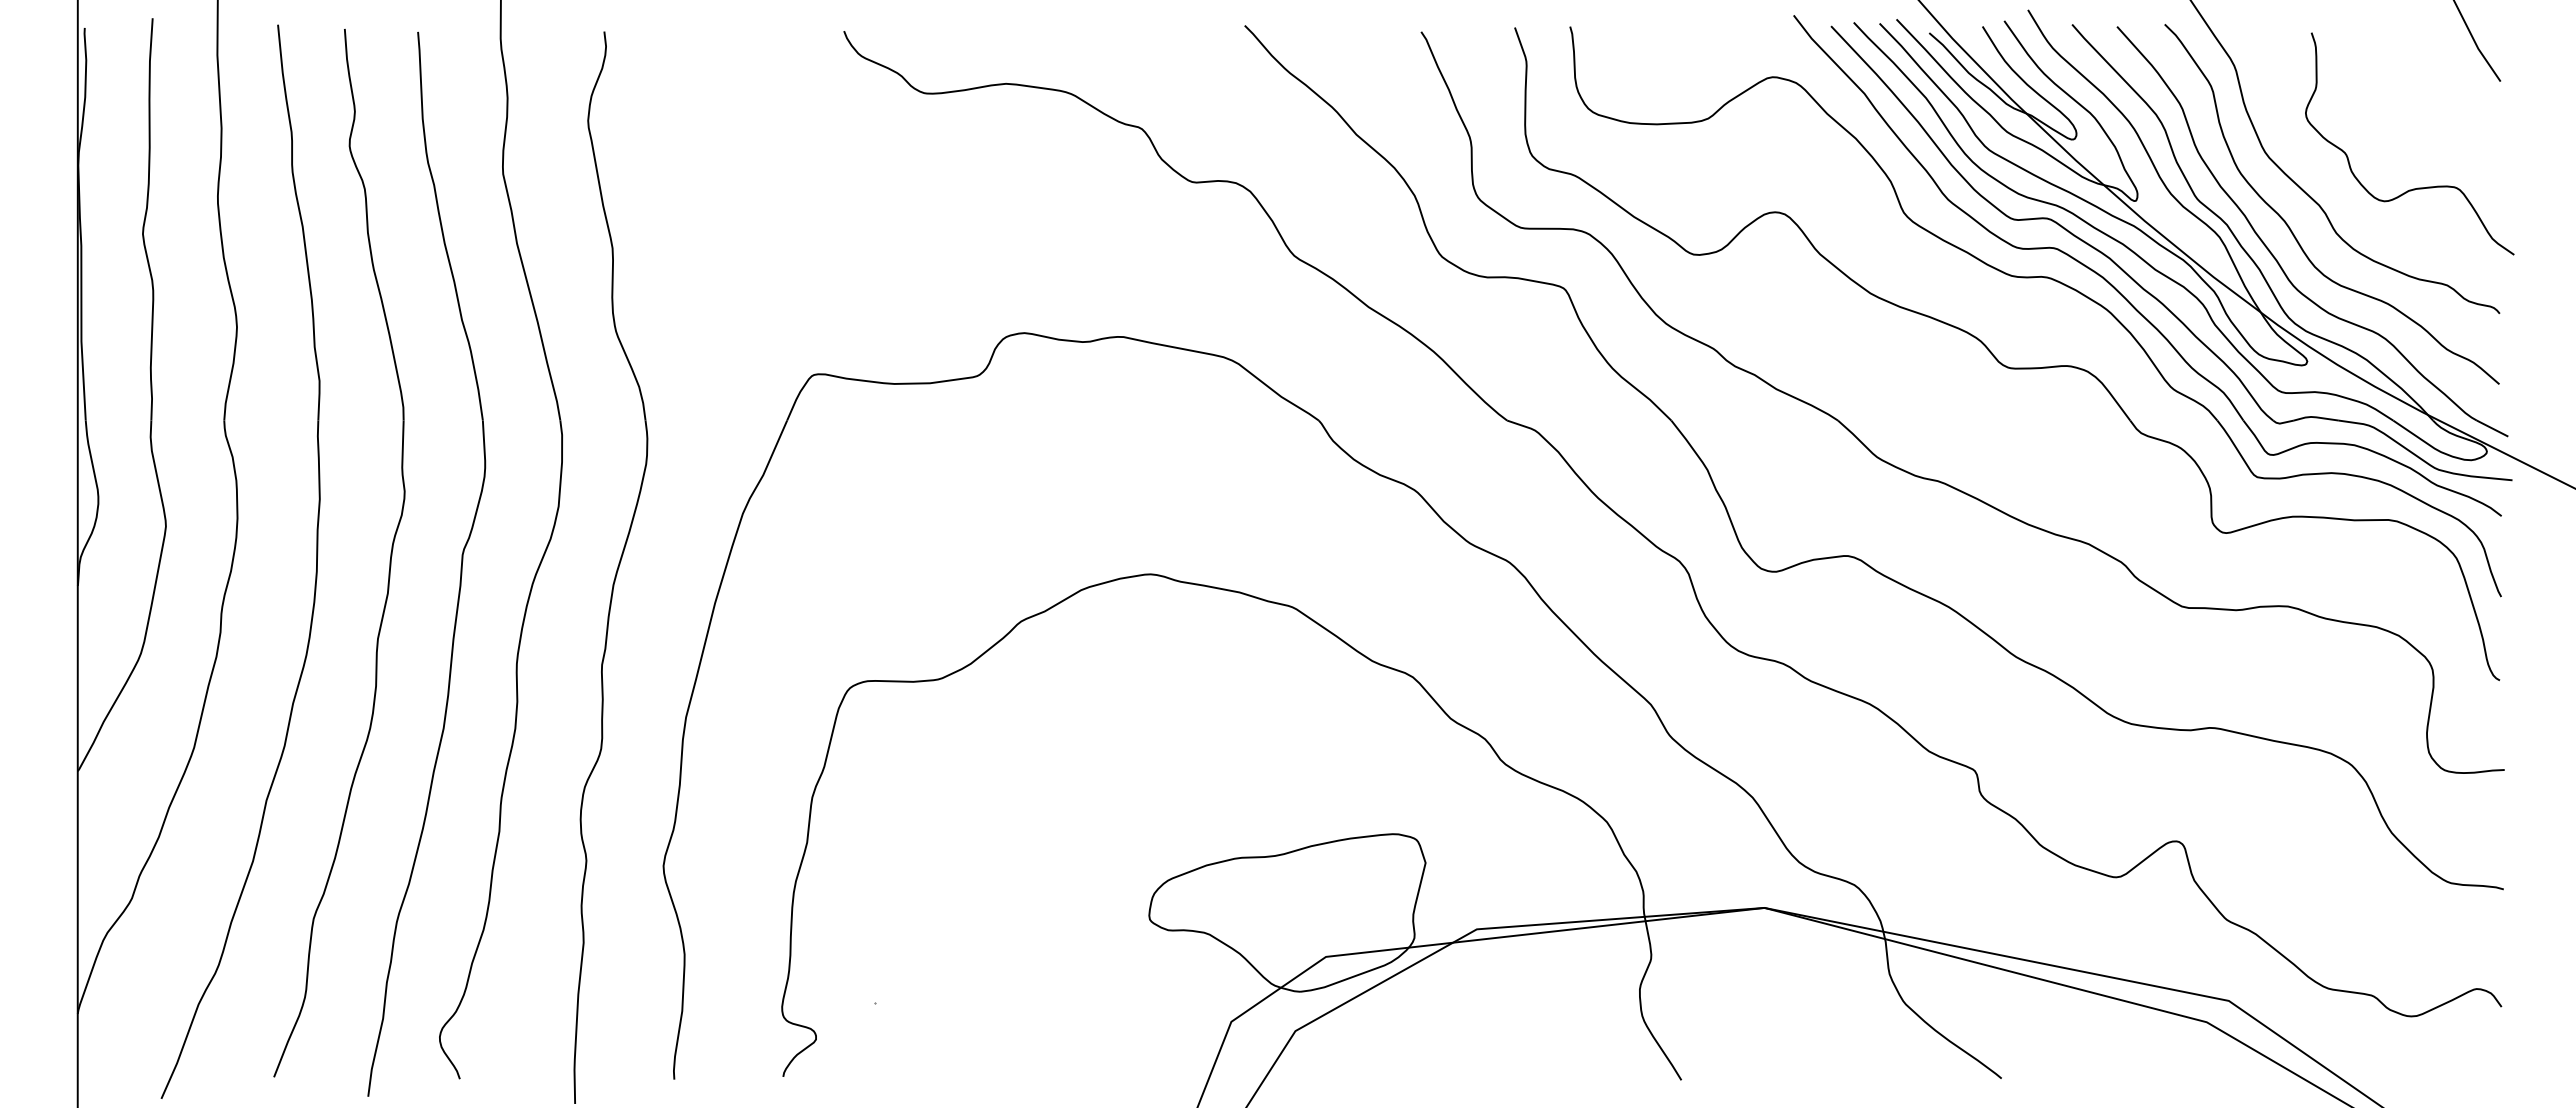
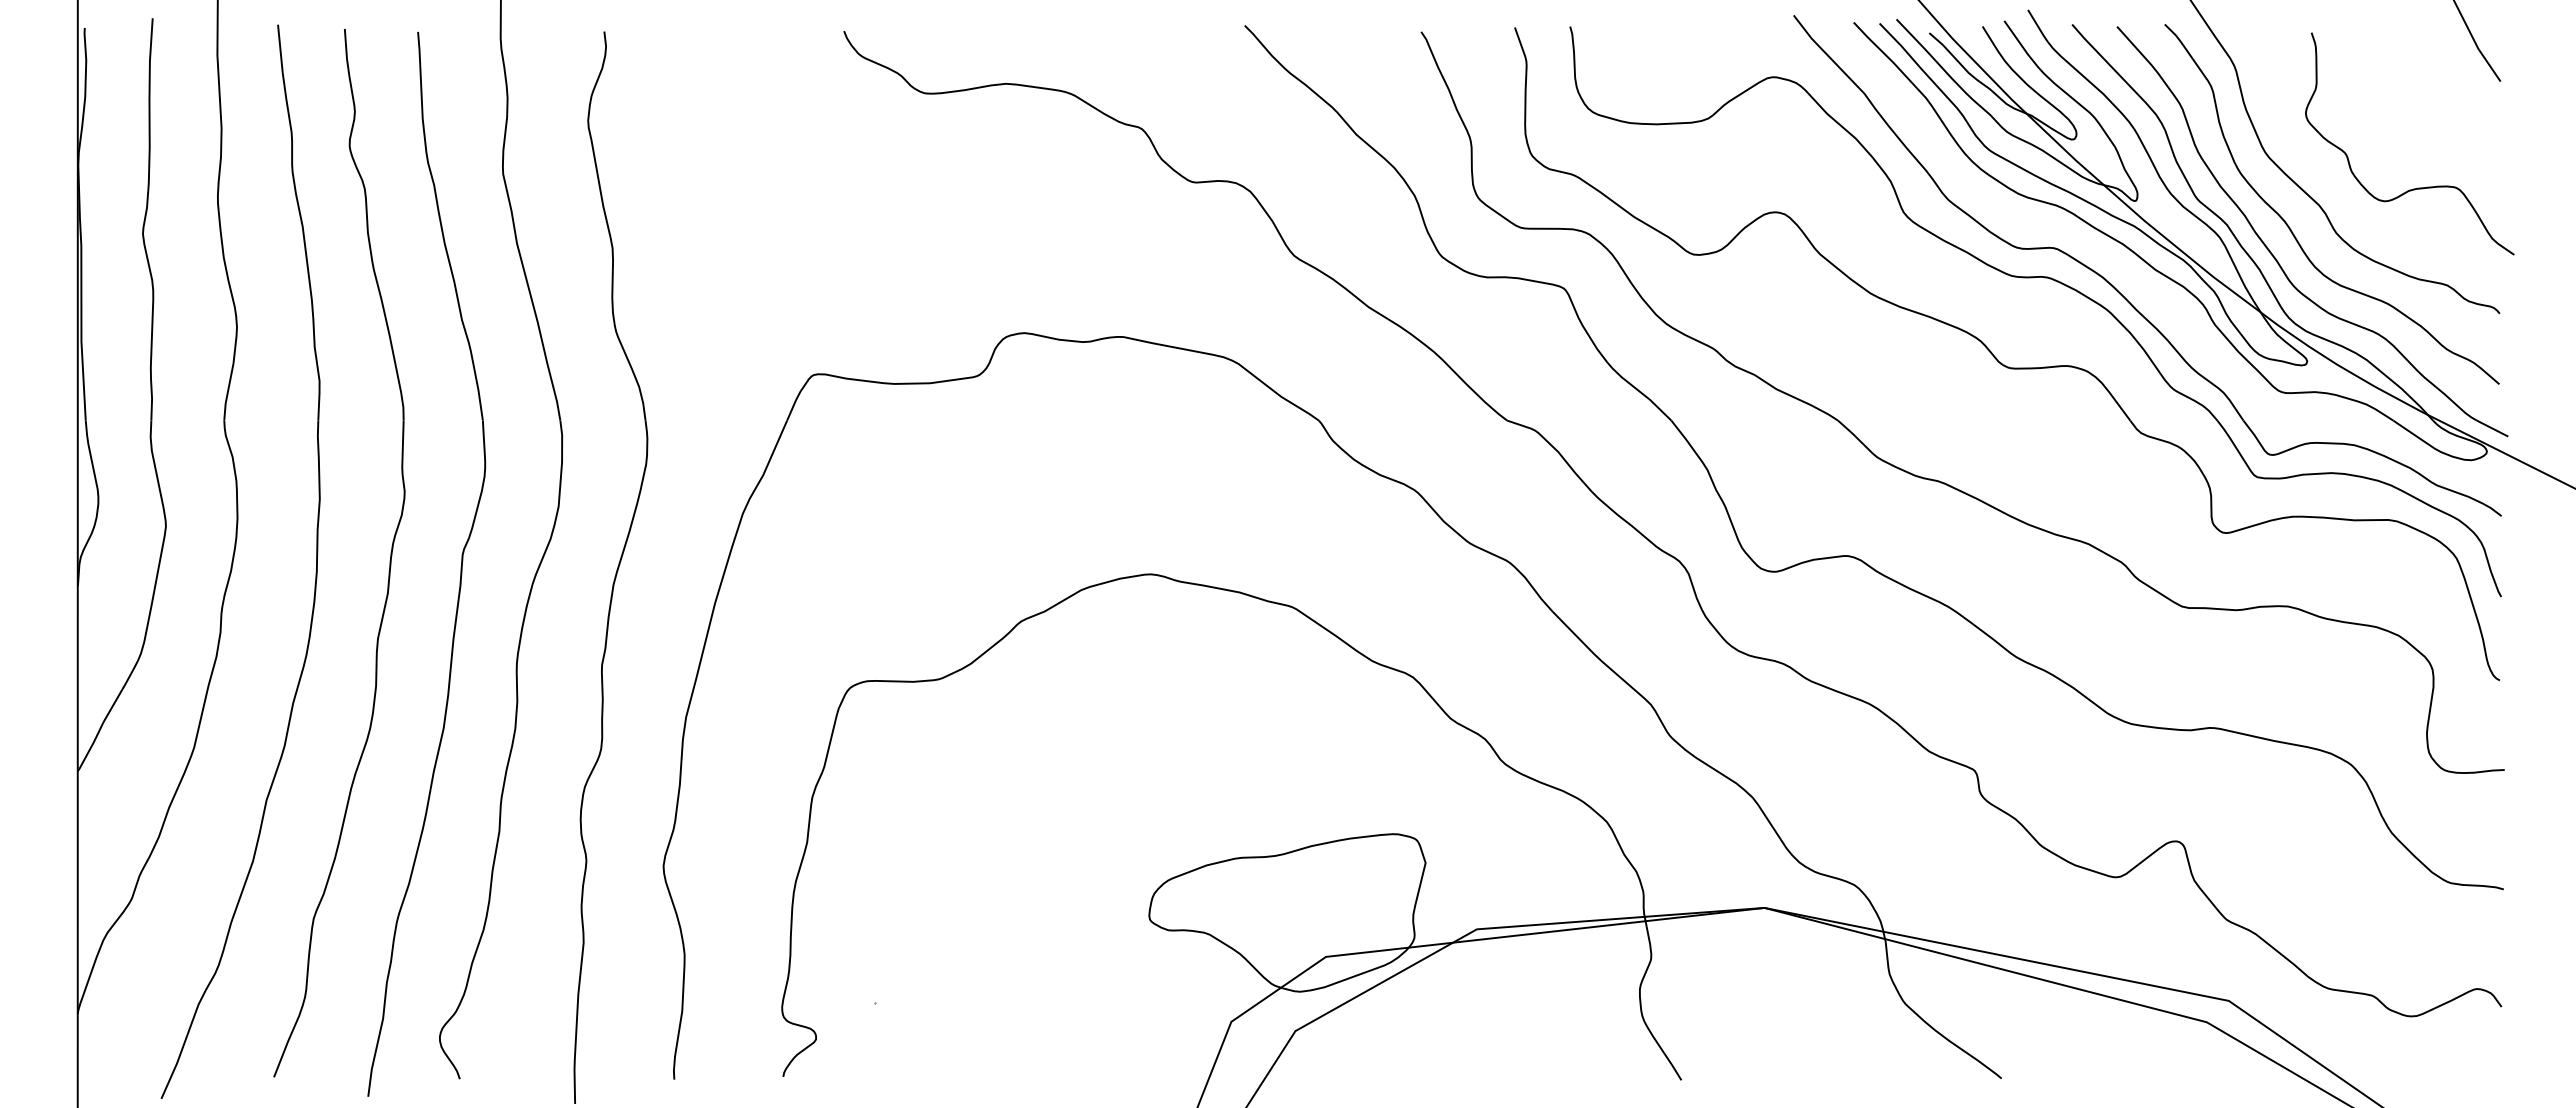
part at (2141, 285): present -> none
